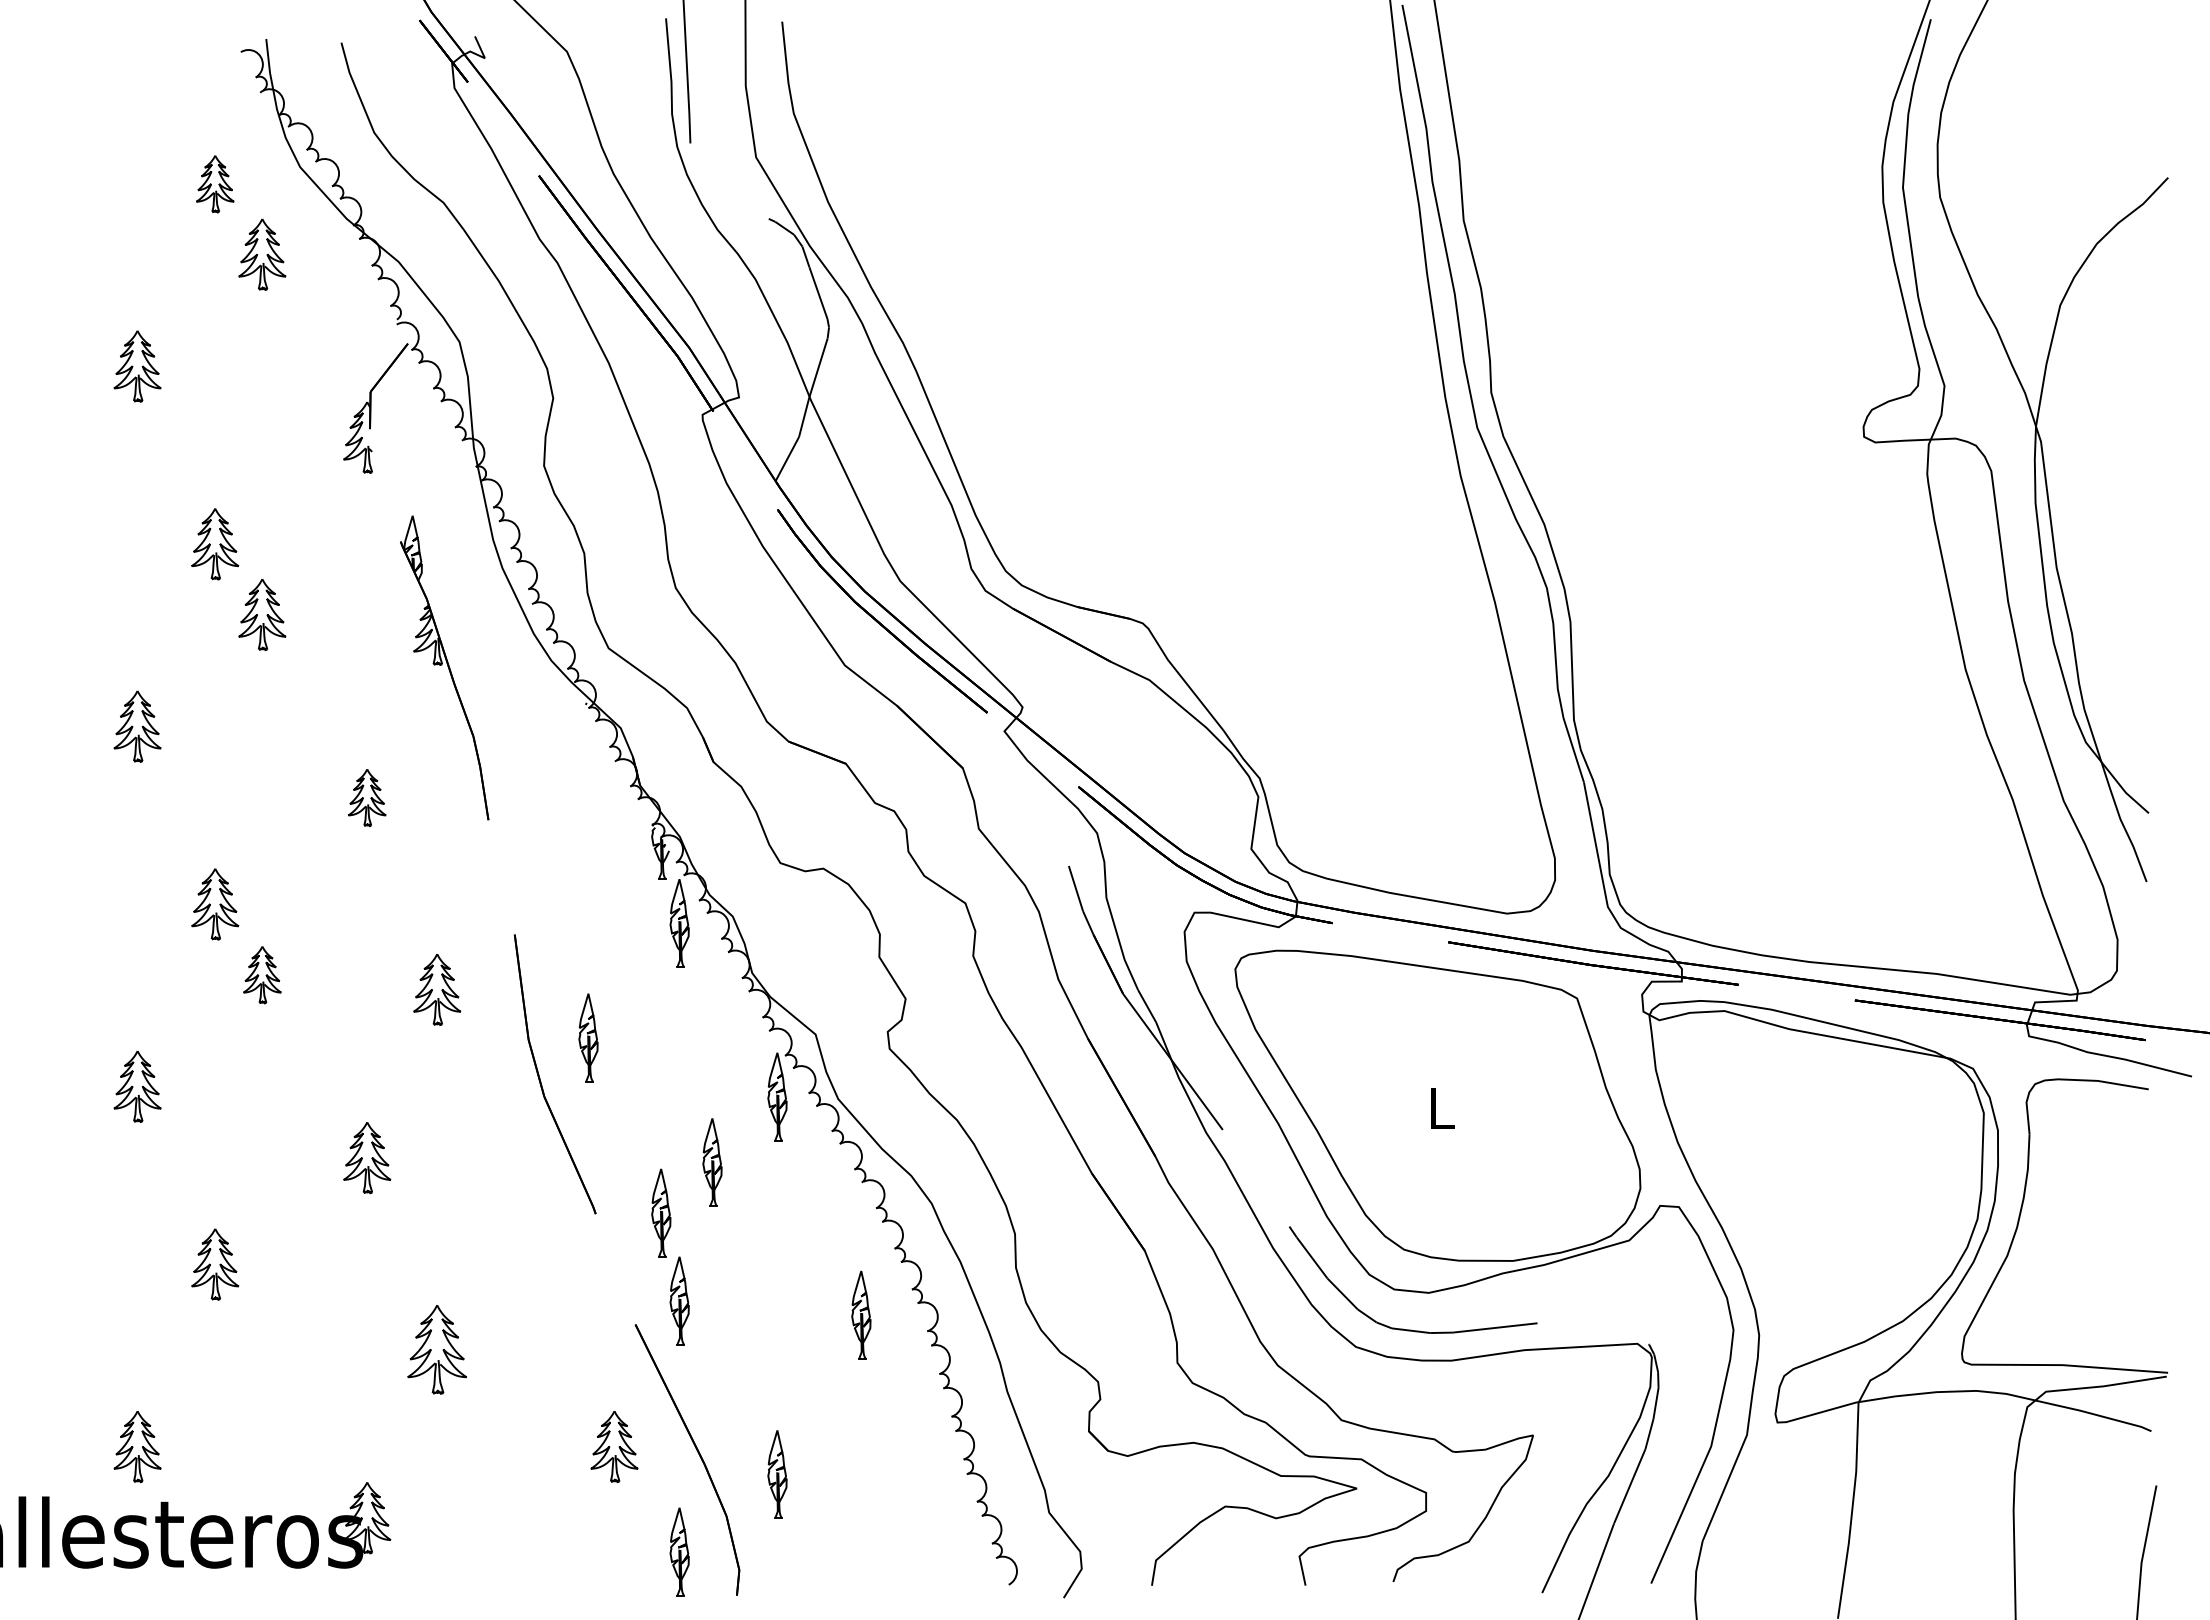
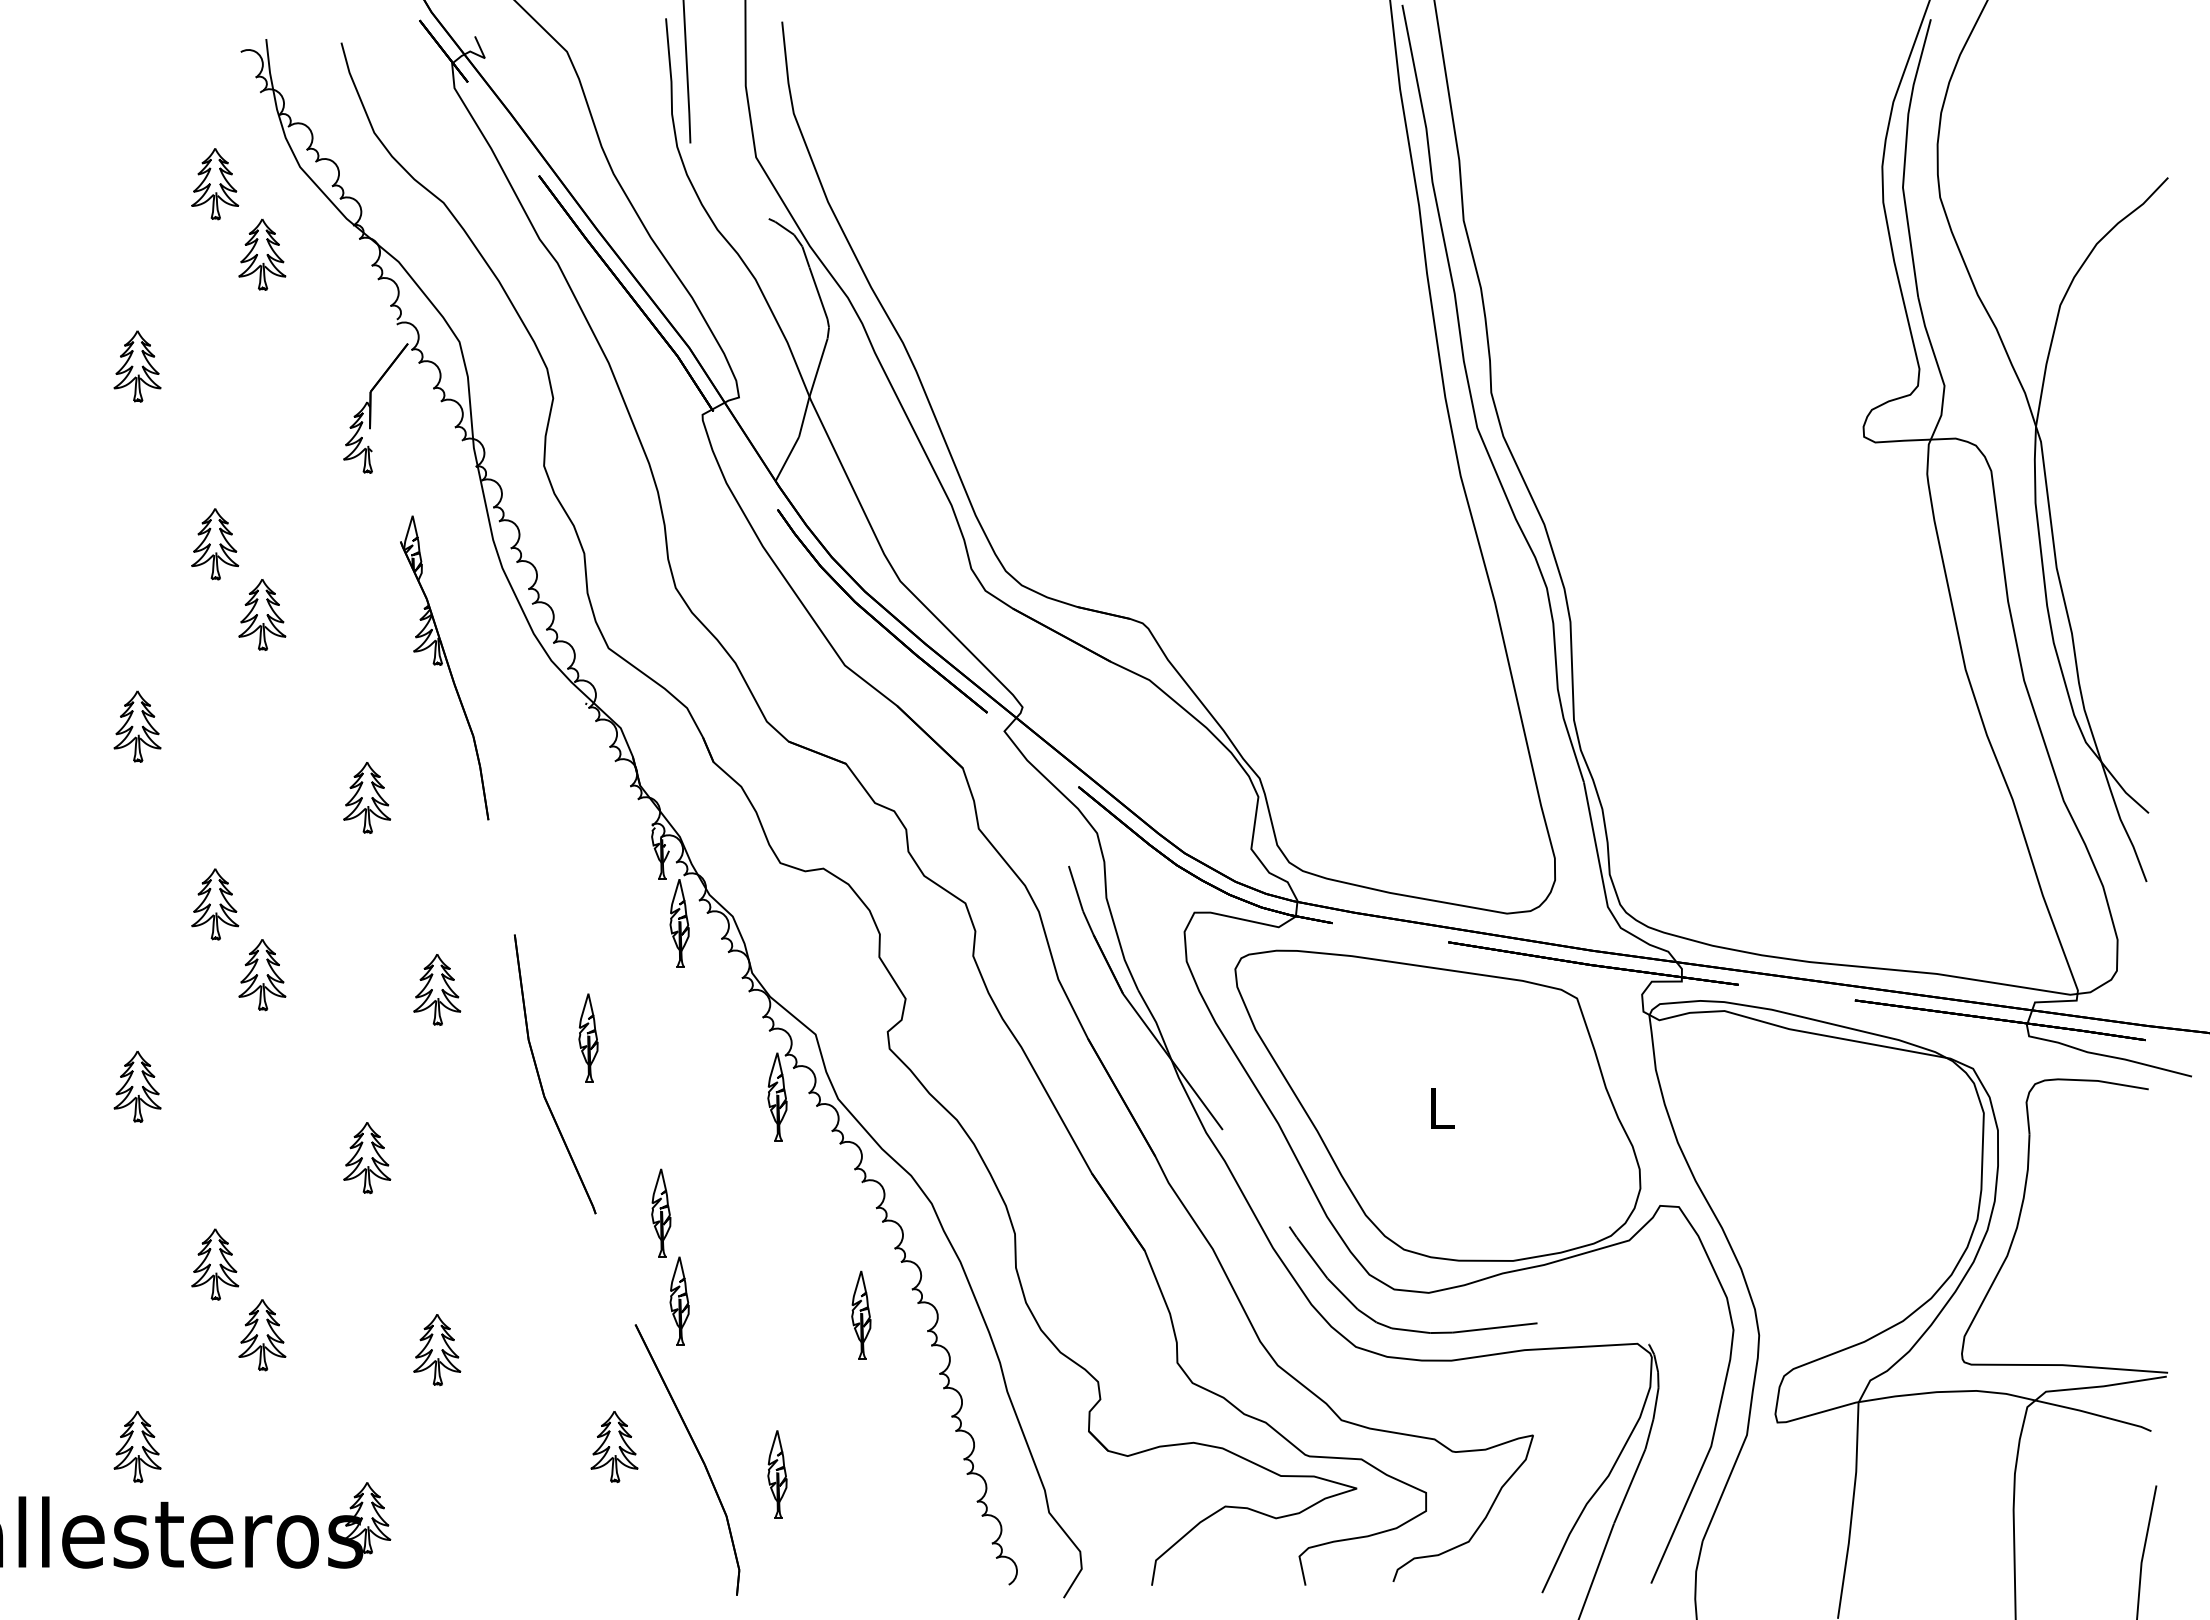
part at (215, 184) size: 39x59 px -> 49x73 px
part at (367, 798) size: 39x59 px -> 49x72 px
part at (262, 975) size: 39x59 px -> 49x73 px
part at (712, 1162): present -> none
part at (262, 1335): none -> present
part at (436, 1349) size: 60x90 px -> 49x73 px
part at (679, 1551): present -> none
